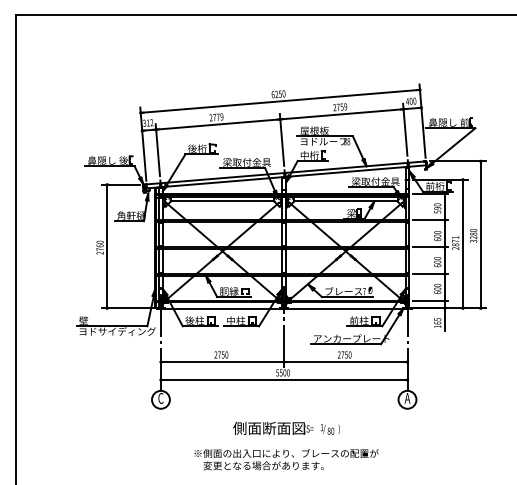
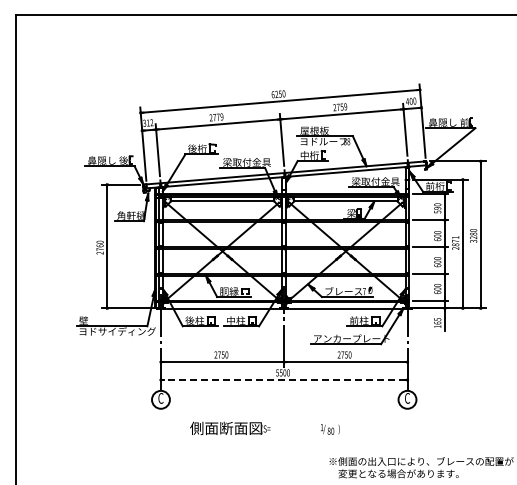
line at (283, 380): solid -> dashed
text at (407, 398): A -> C
text at (273, 427) position: (273, 427) -> (230, 427)
text at (286, 459) position: (286, 459) -> (421, 467)
